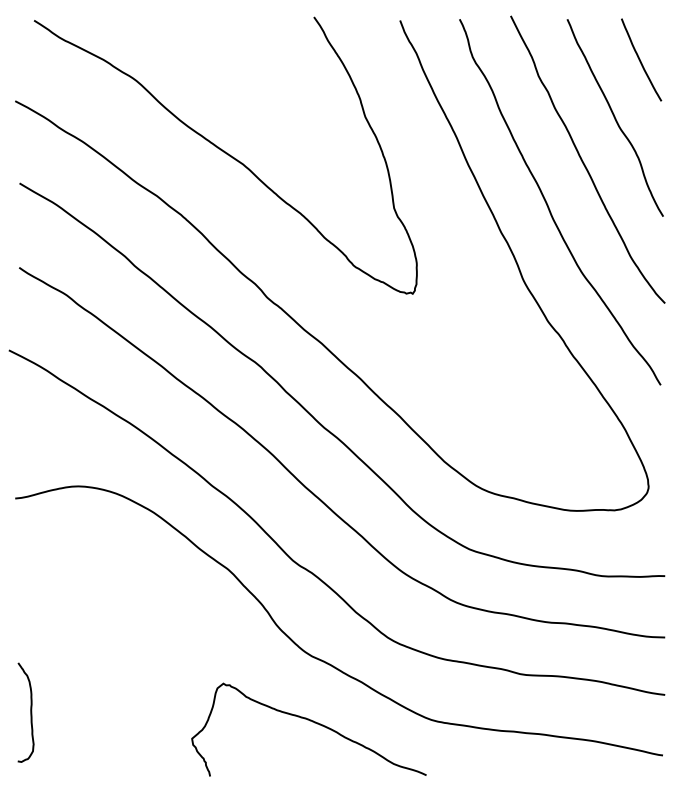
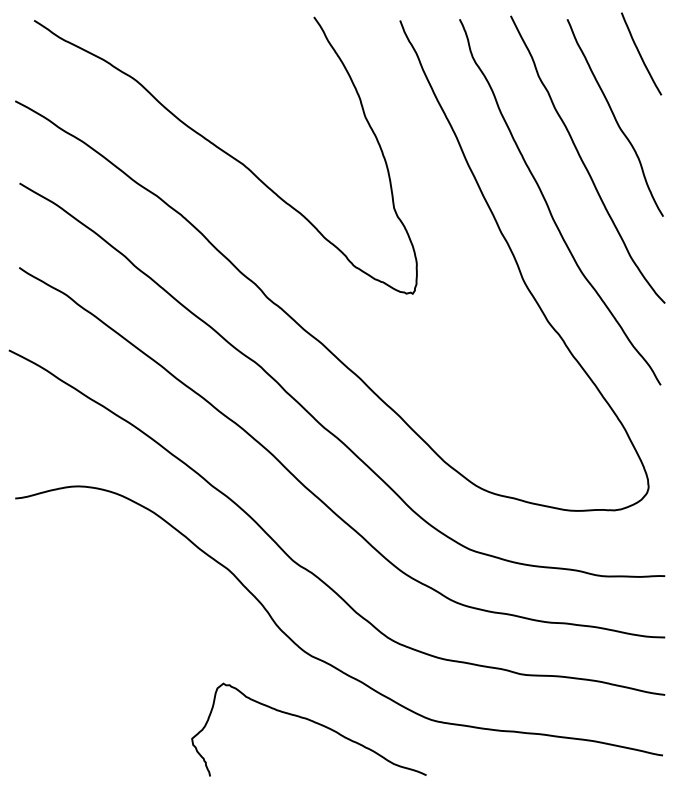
curve at (640, 59) position: (640, 59) -> (640, 53)
curve at (30, 712): present -> none
